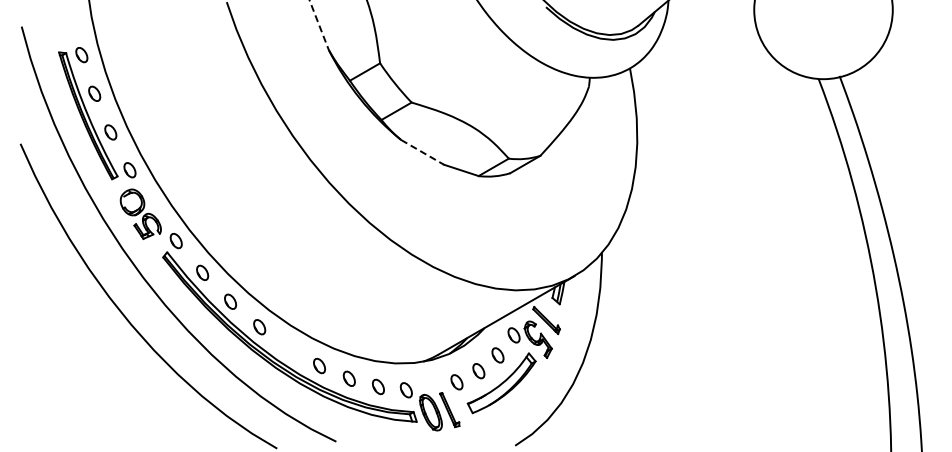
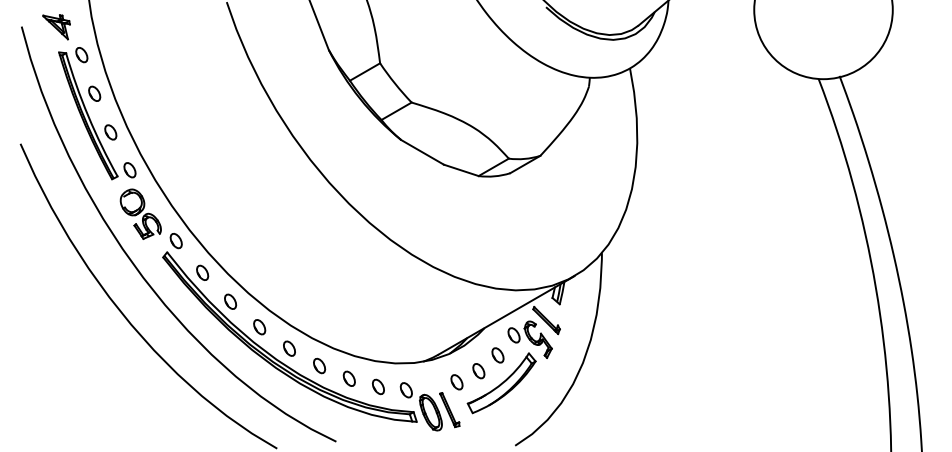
line at (319, 25): dashed -> solid
part at (56, 27): none -> present
line at (422, 152): dashed -> solid
part at (289, 348): none -> present
